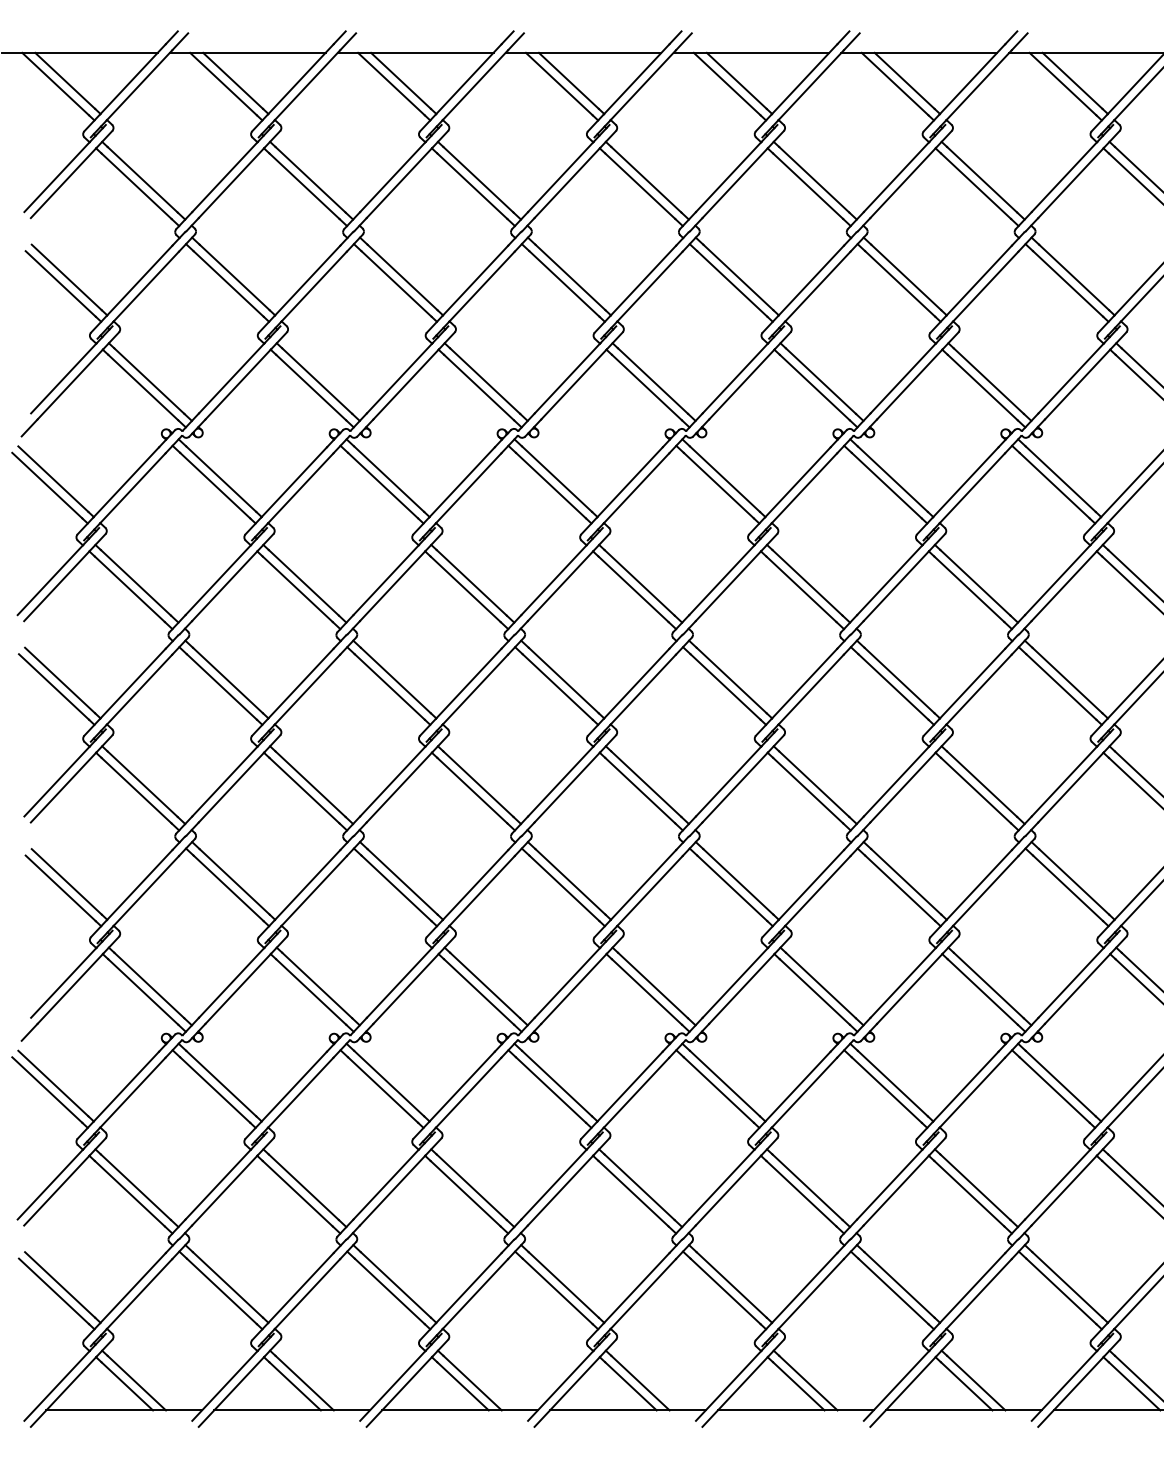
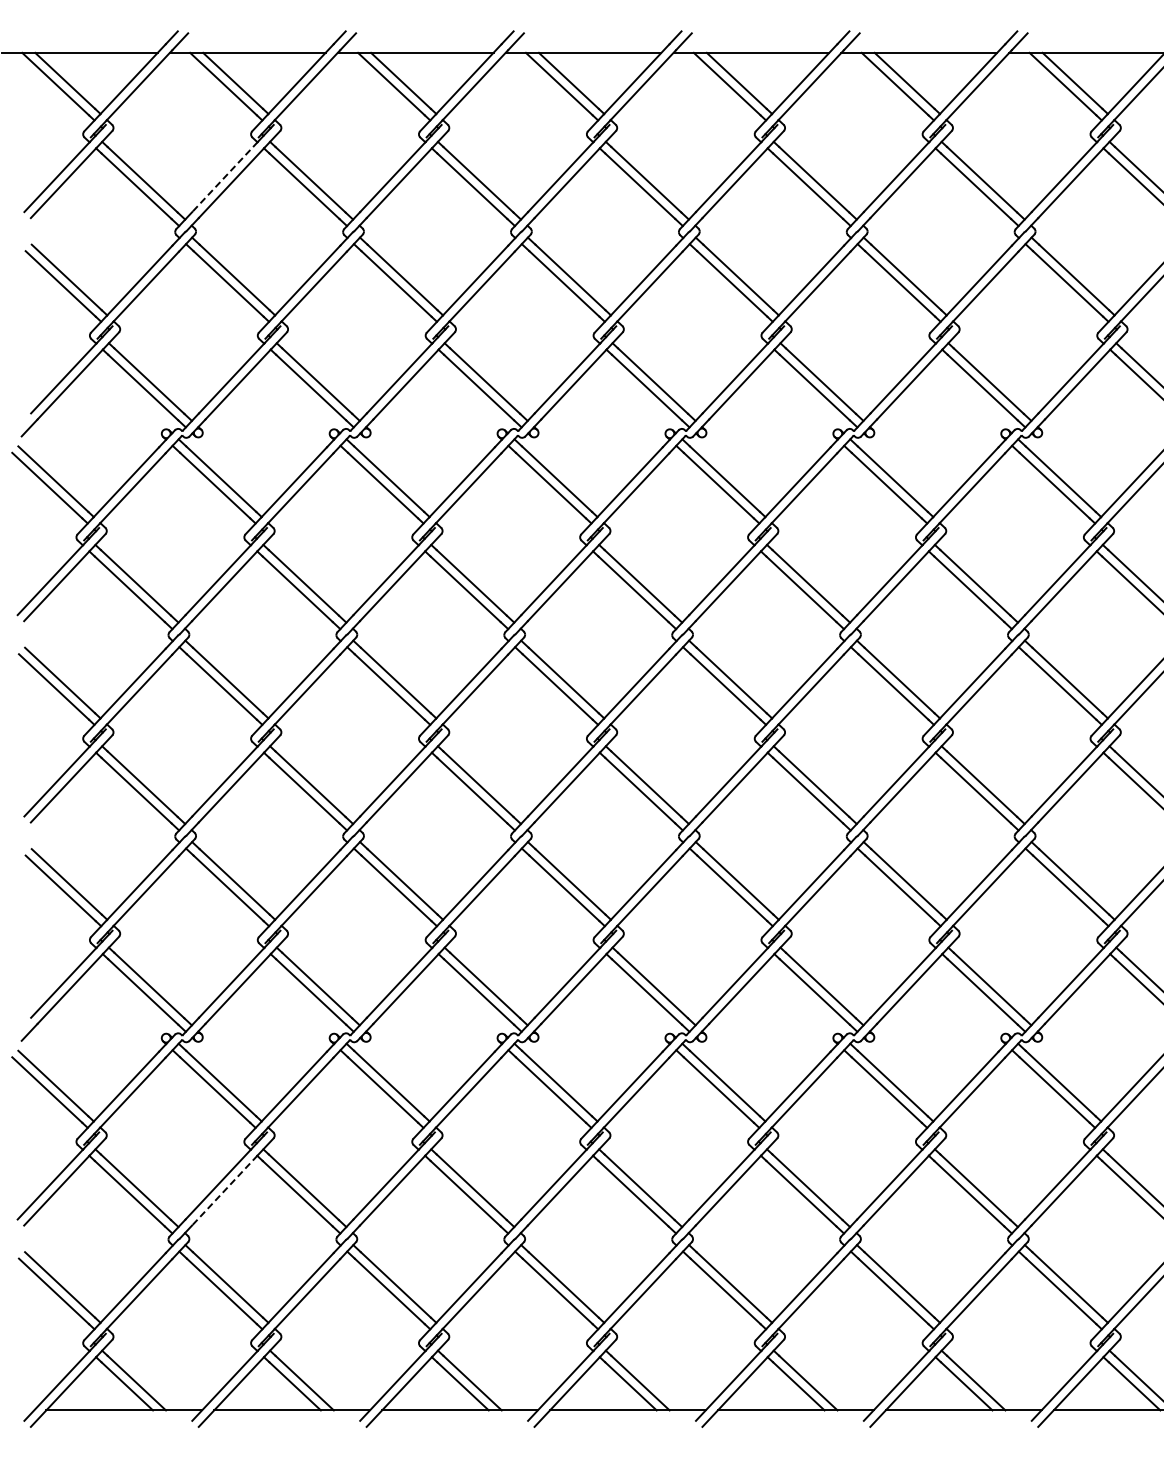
line at (225, 177): solid -> dashed
line at (224, 1190): solid -> dashed
